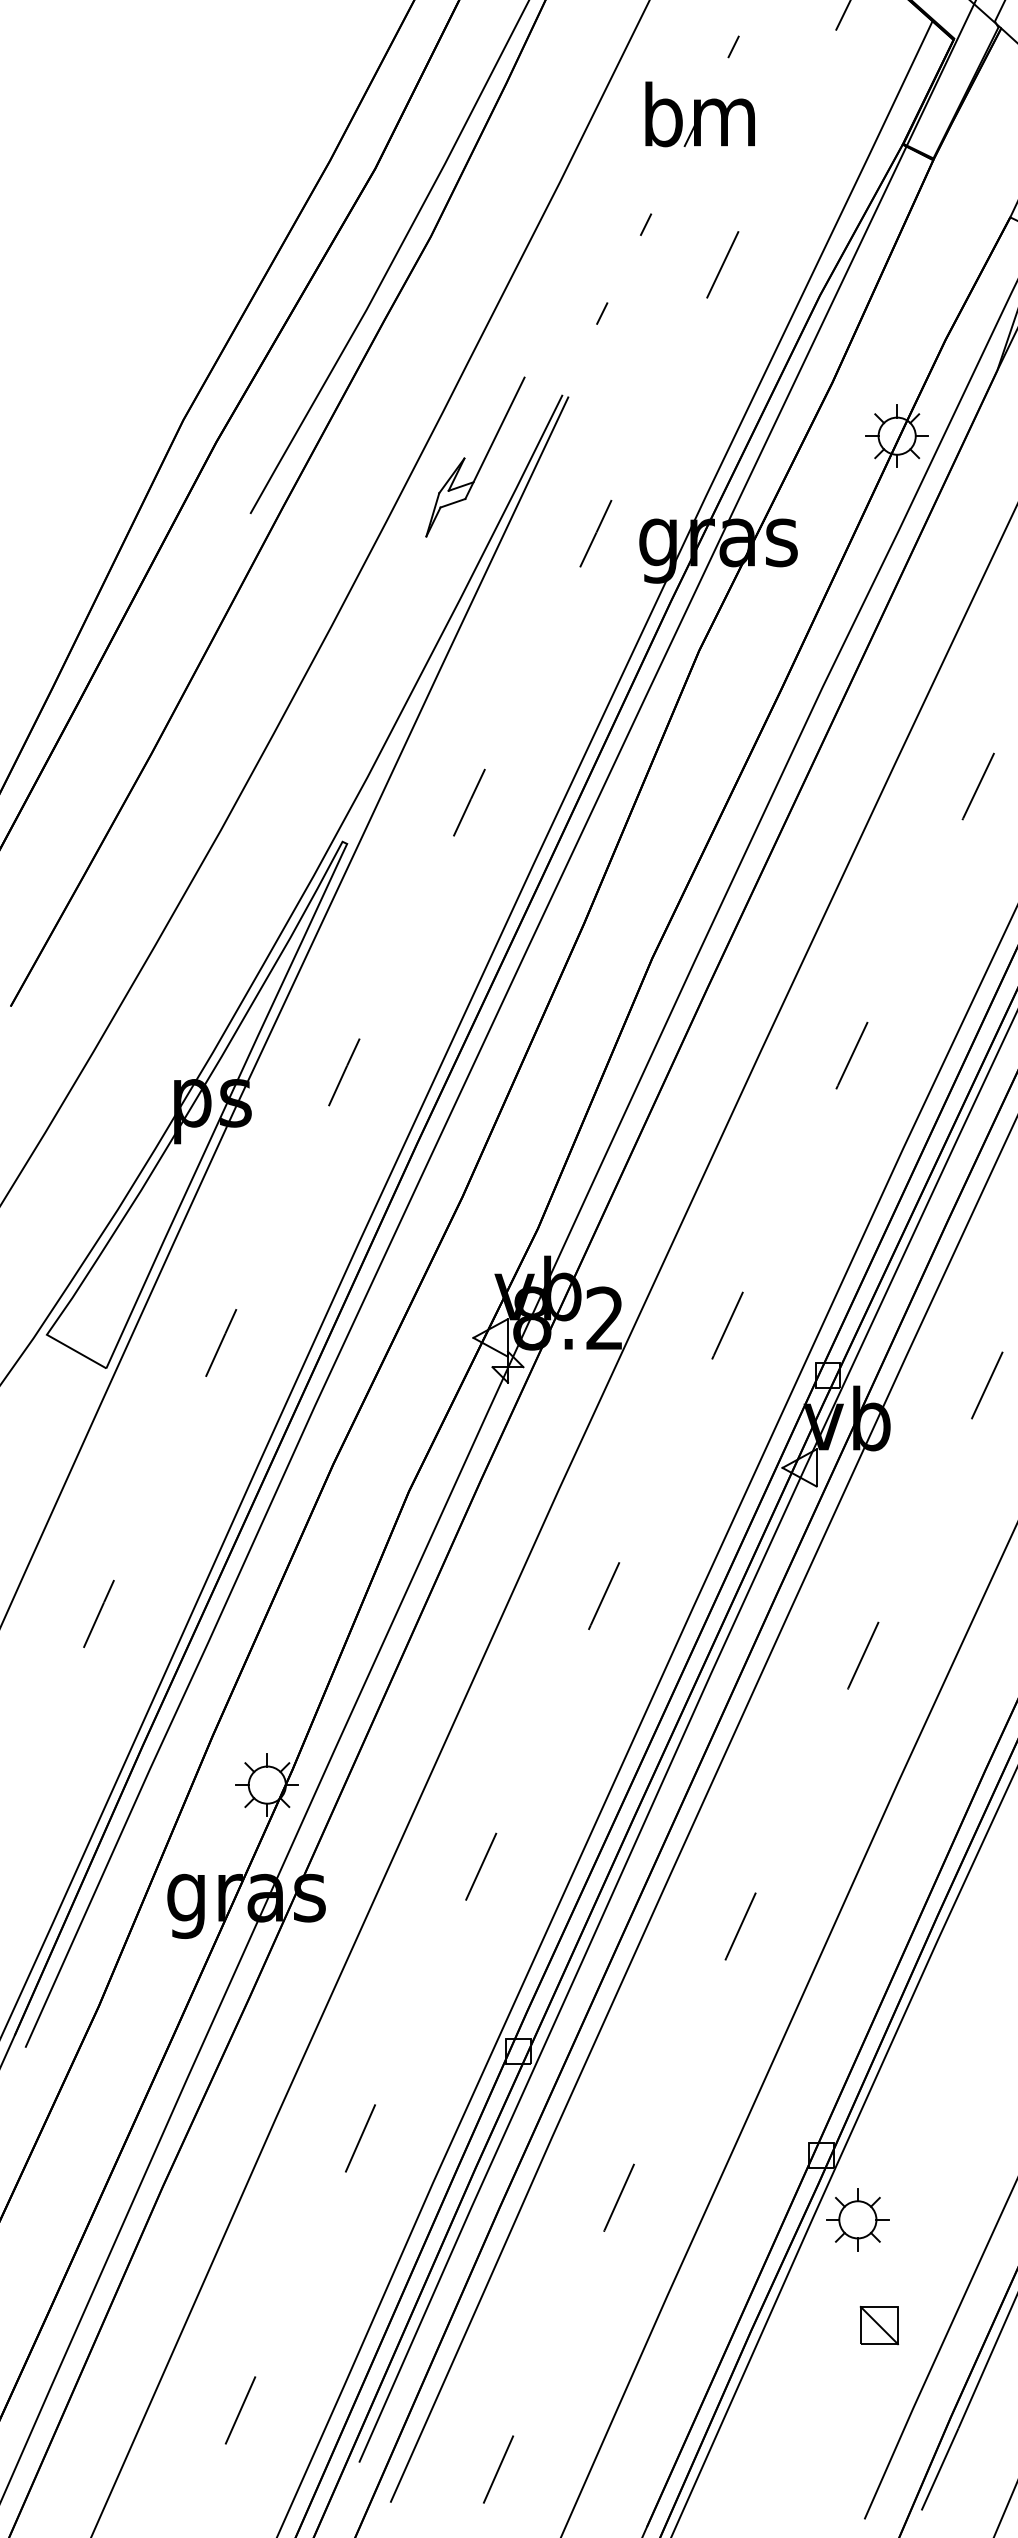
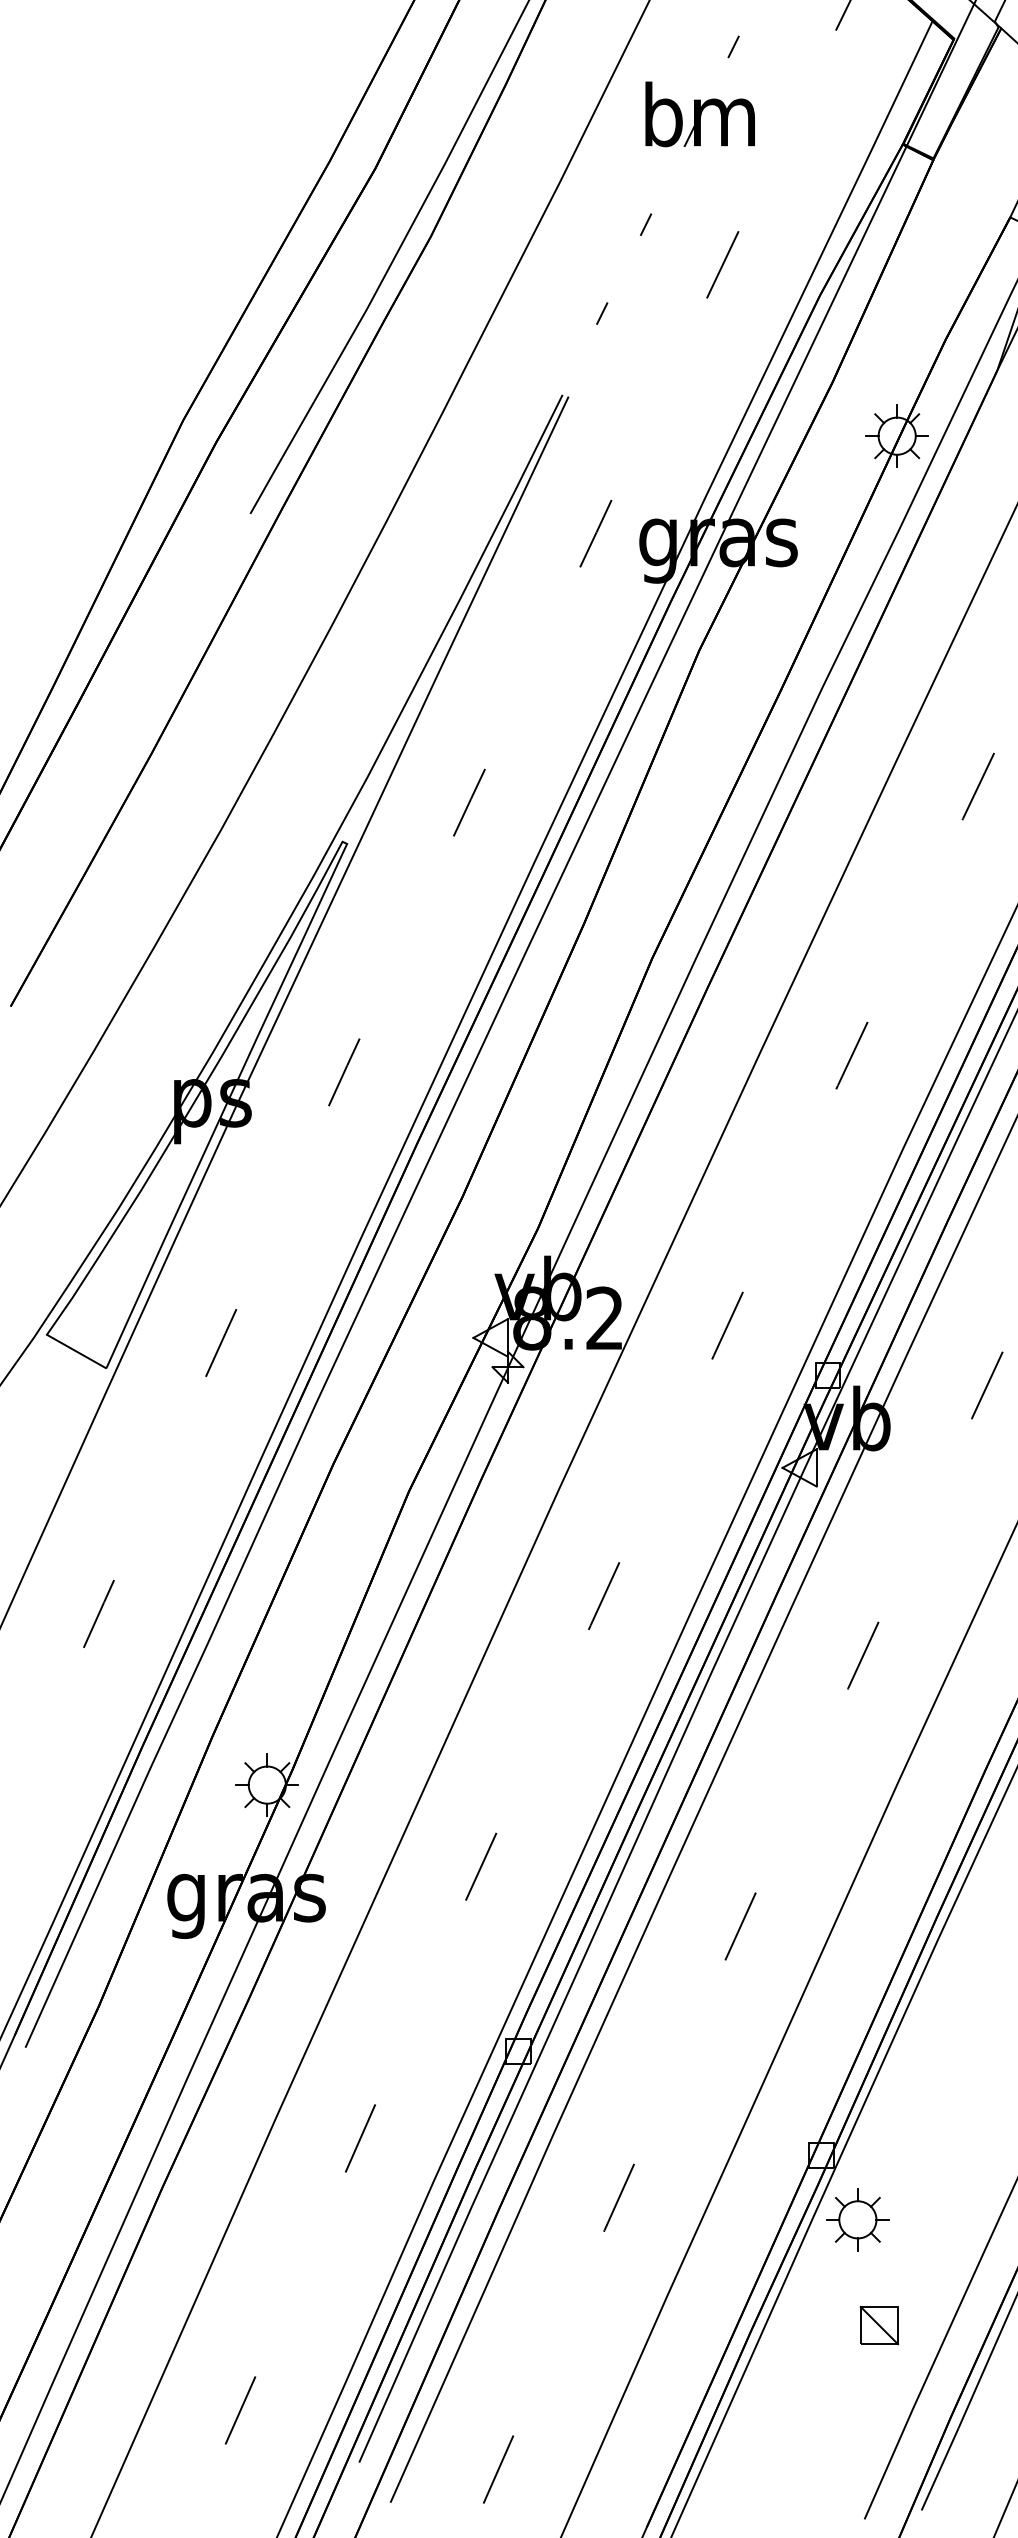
part at (483, 459): present -> none
